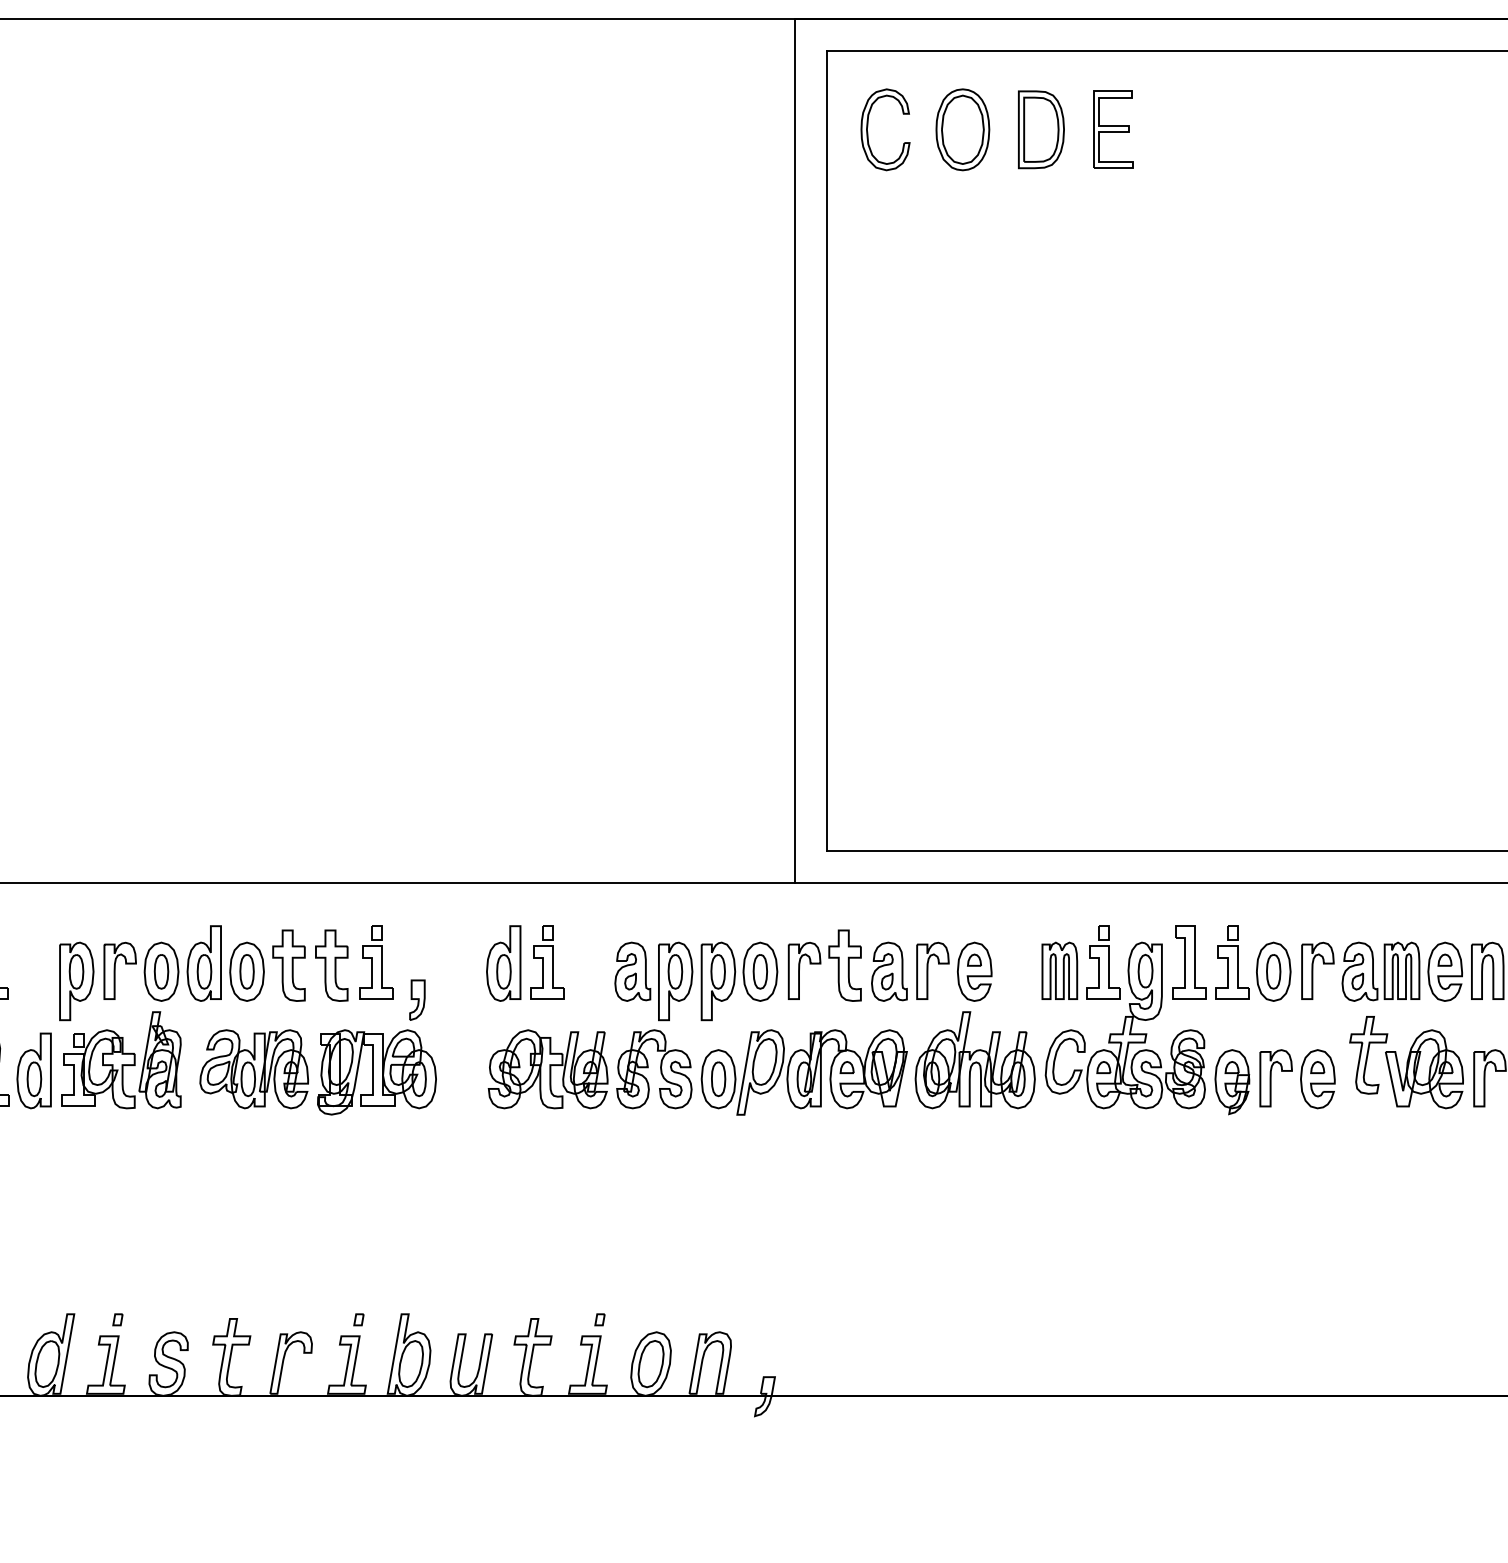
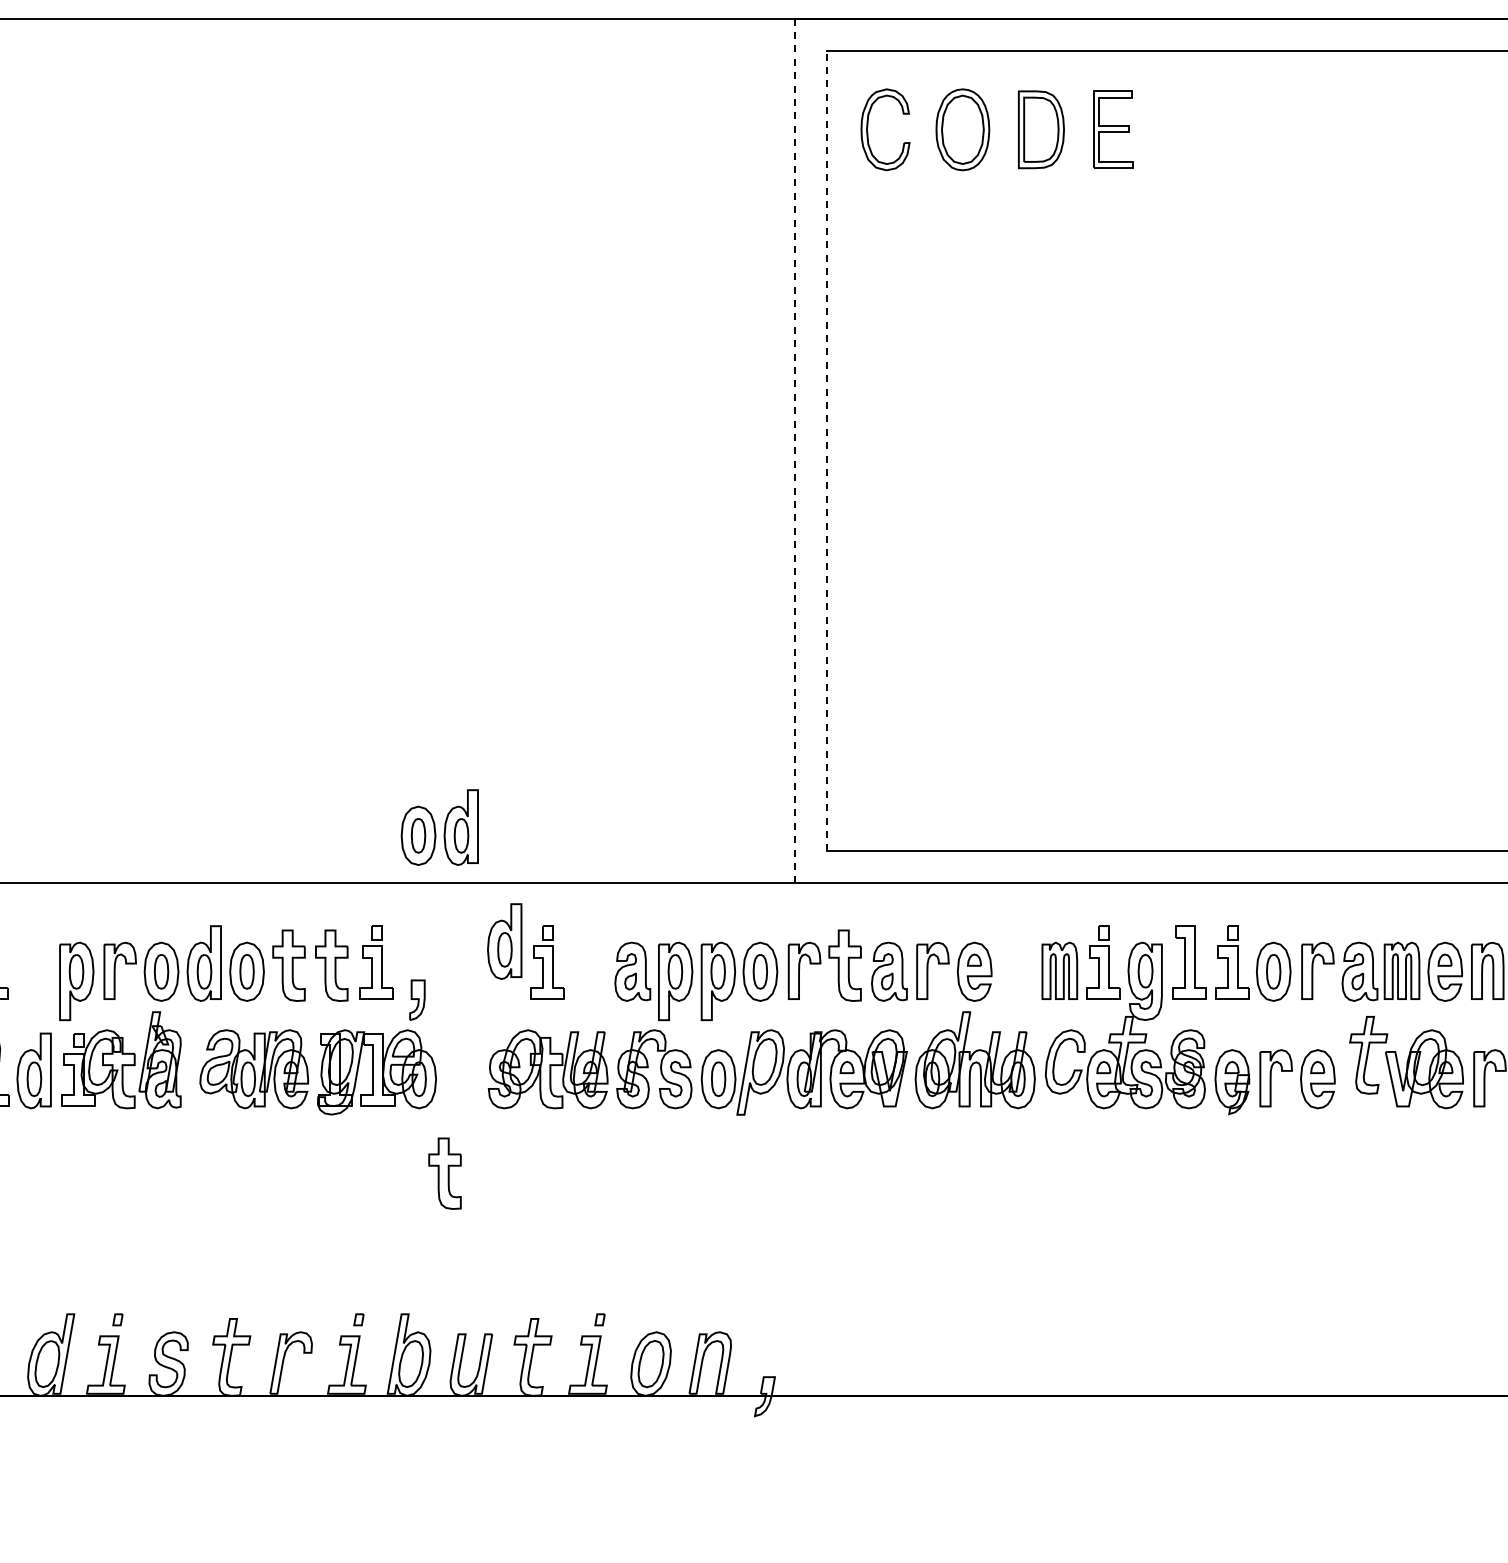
line at (794, 450): solid -> dashed
line at (826, 450): solid -> dashed
part at (439, 827): none -> present
part at (503, 963) position: (503, 963) -> (504, 941)
part at (444, 1173): none -> present
